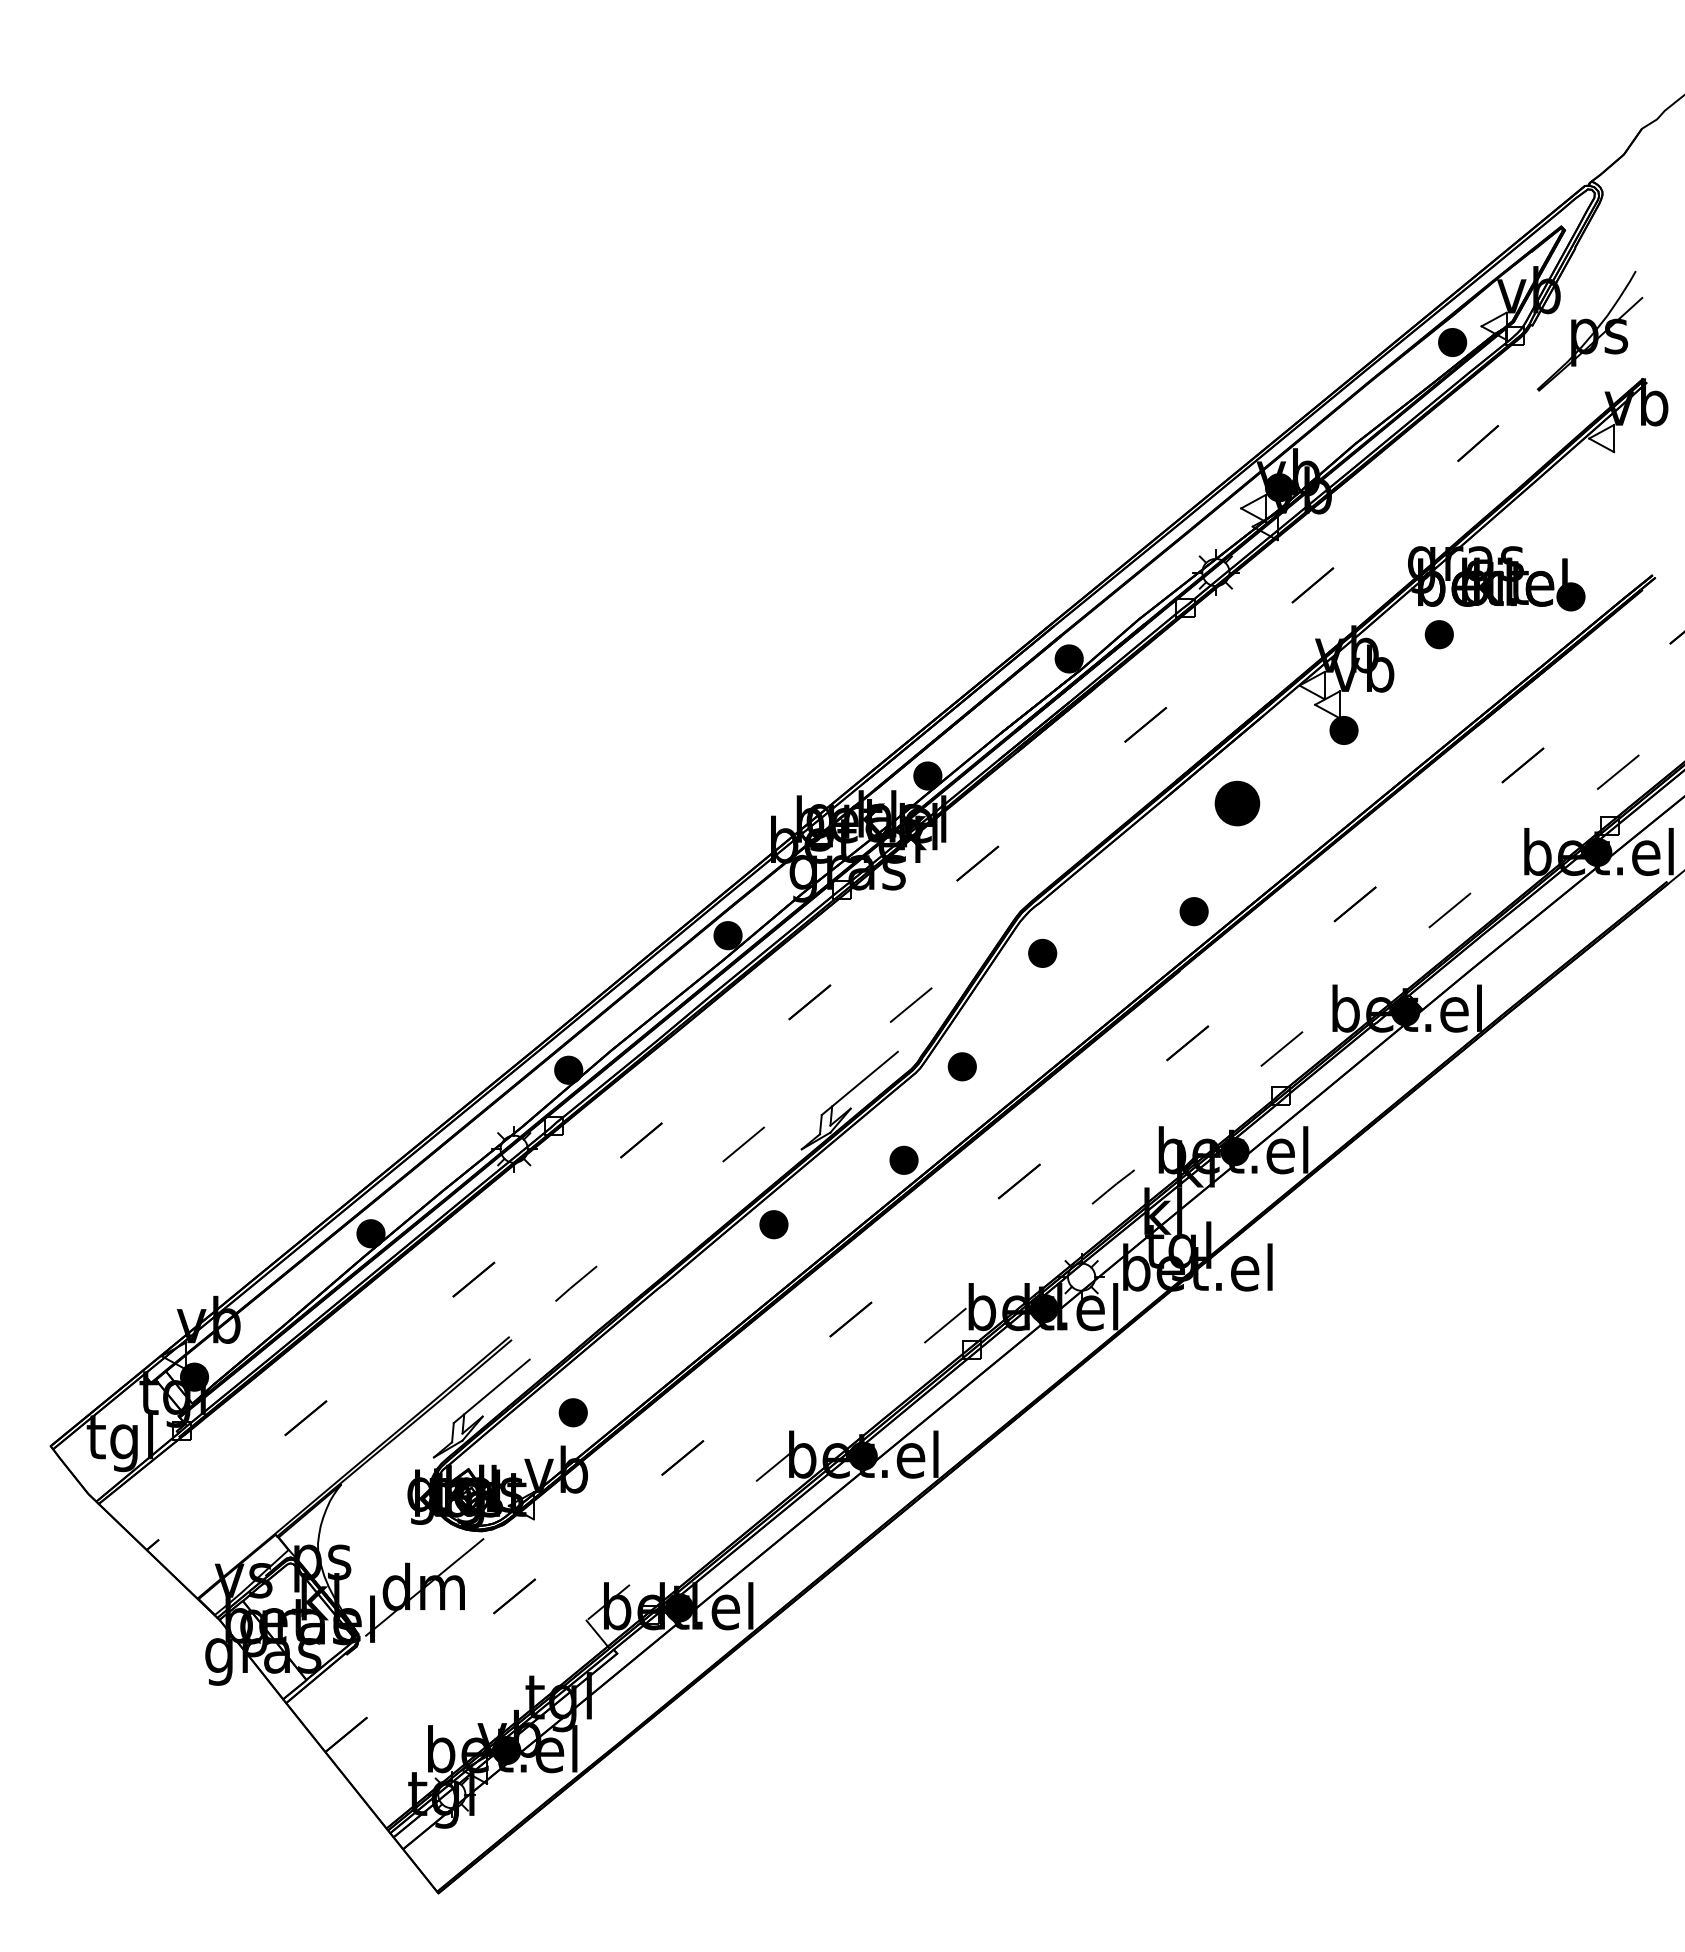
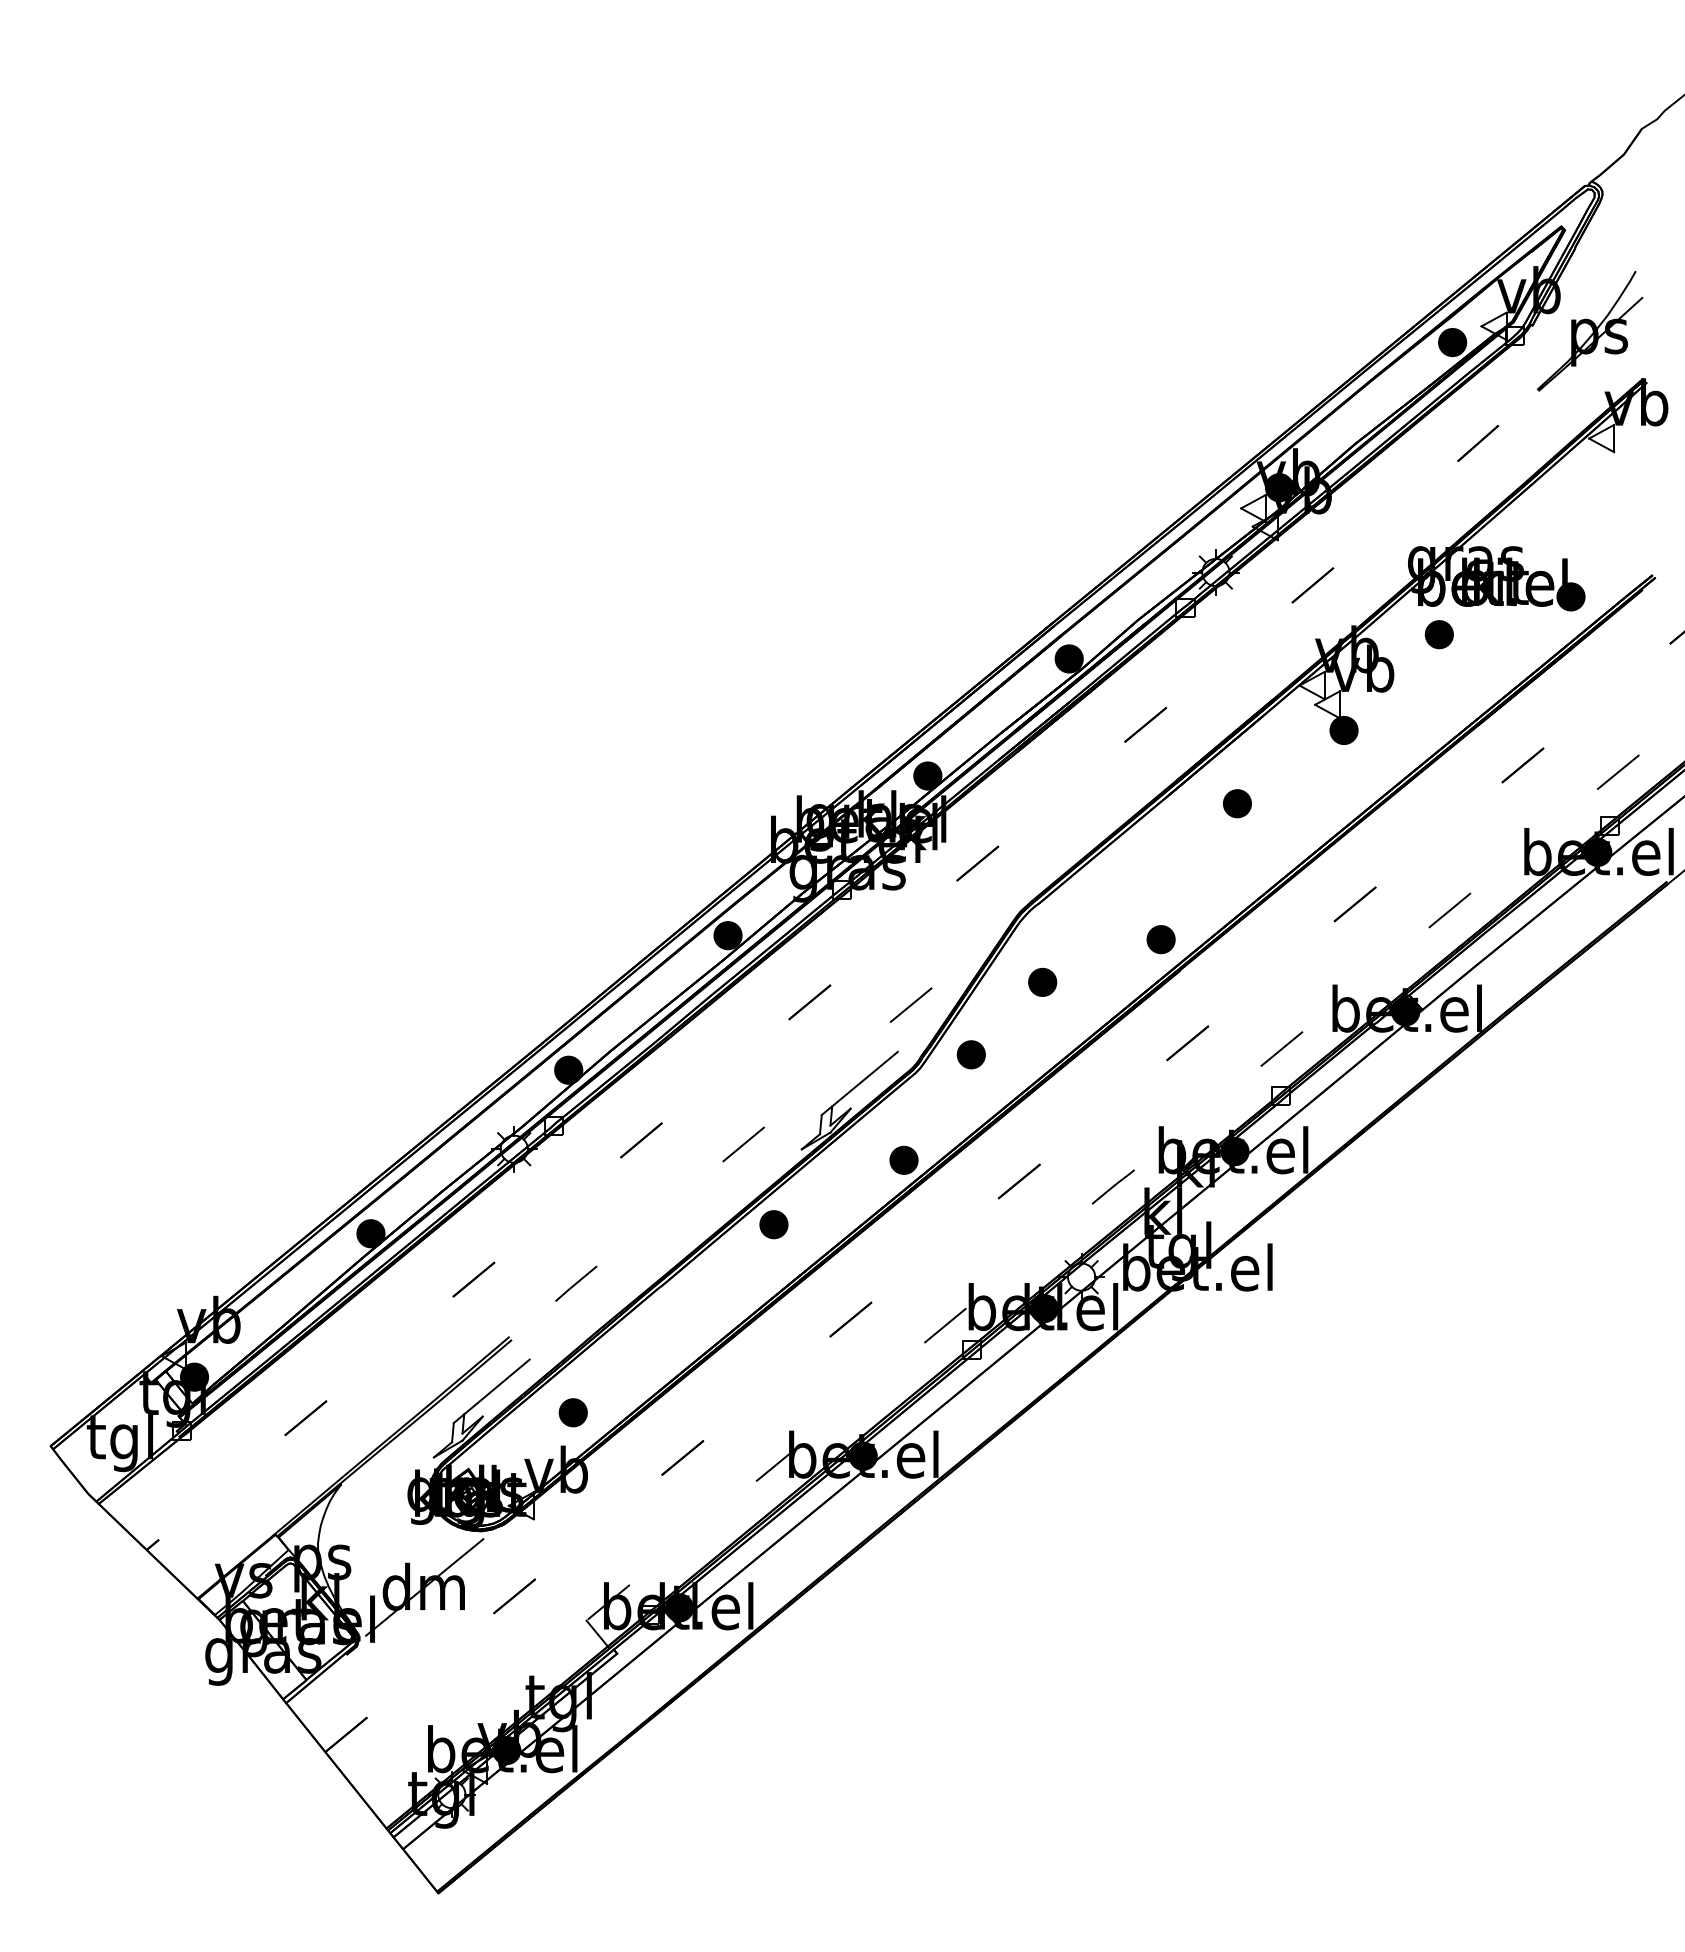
part at (1237, 803) size: 47x47 px -> 29x30 px
part at (1193, 911) position: (1193, 911) -> (1160, 939)
part at (1042, 952) position: (1042, 952) -> (1042, 981)
part at (961, 1066) position: (961, 1066) -> (970, 1054)
